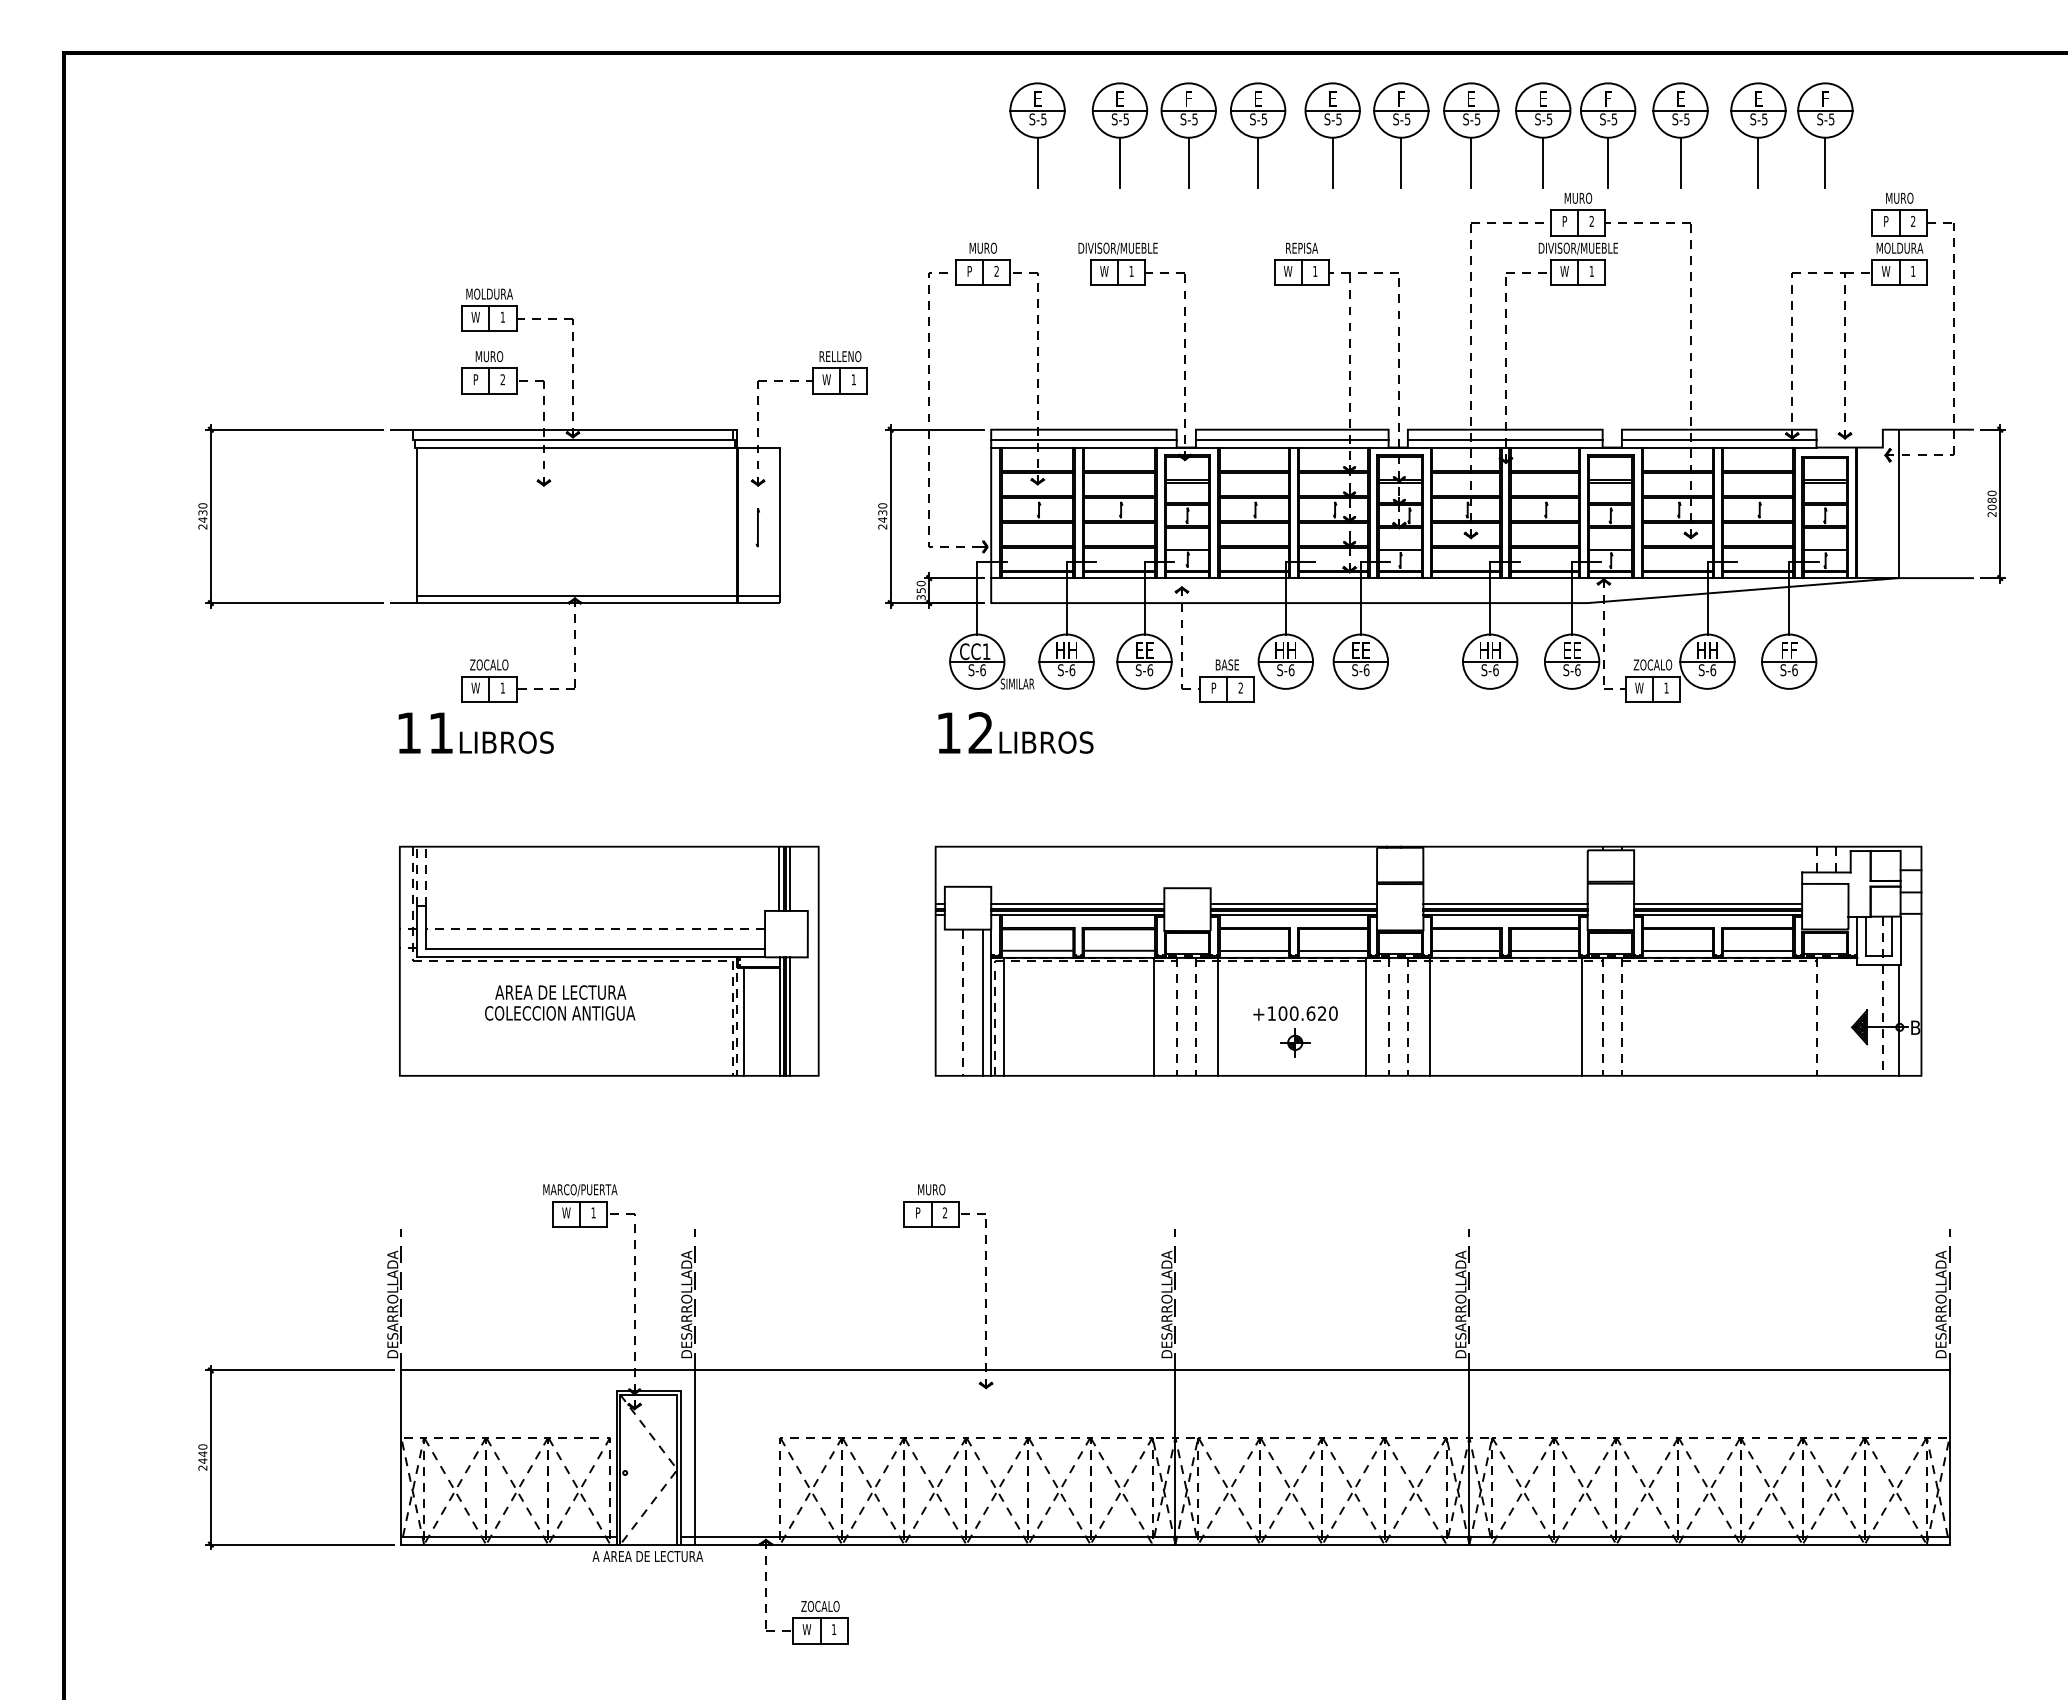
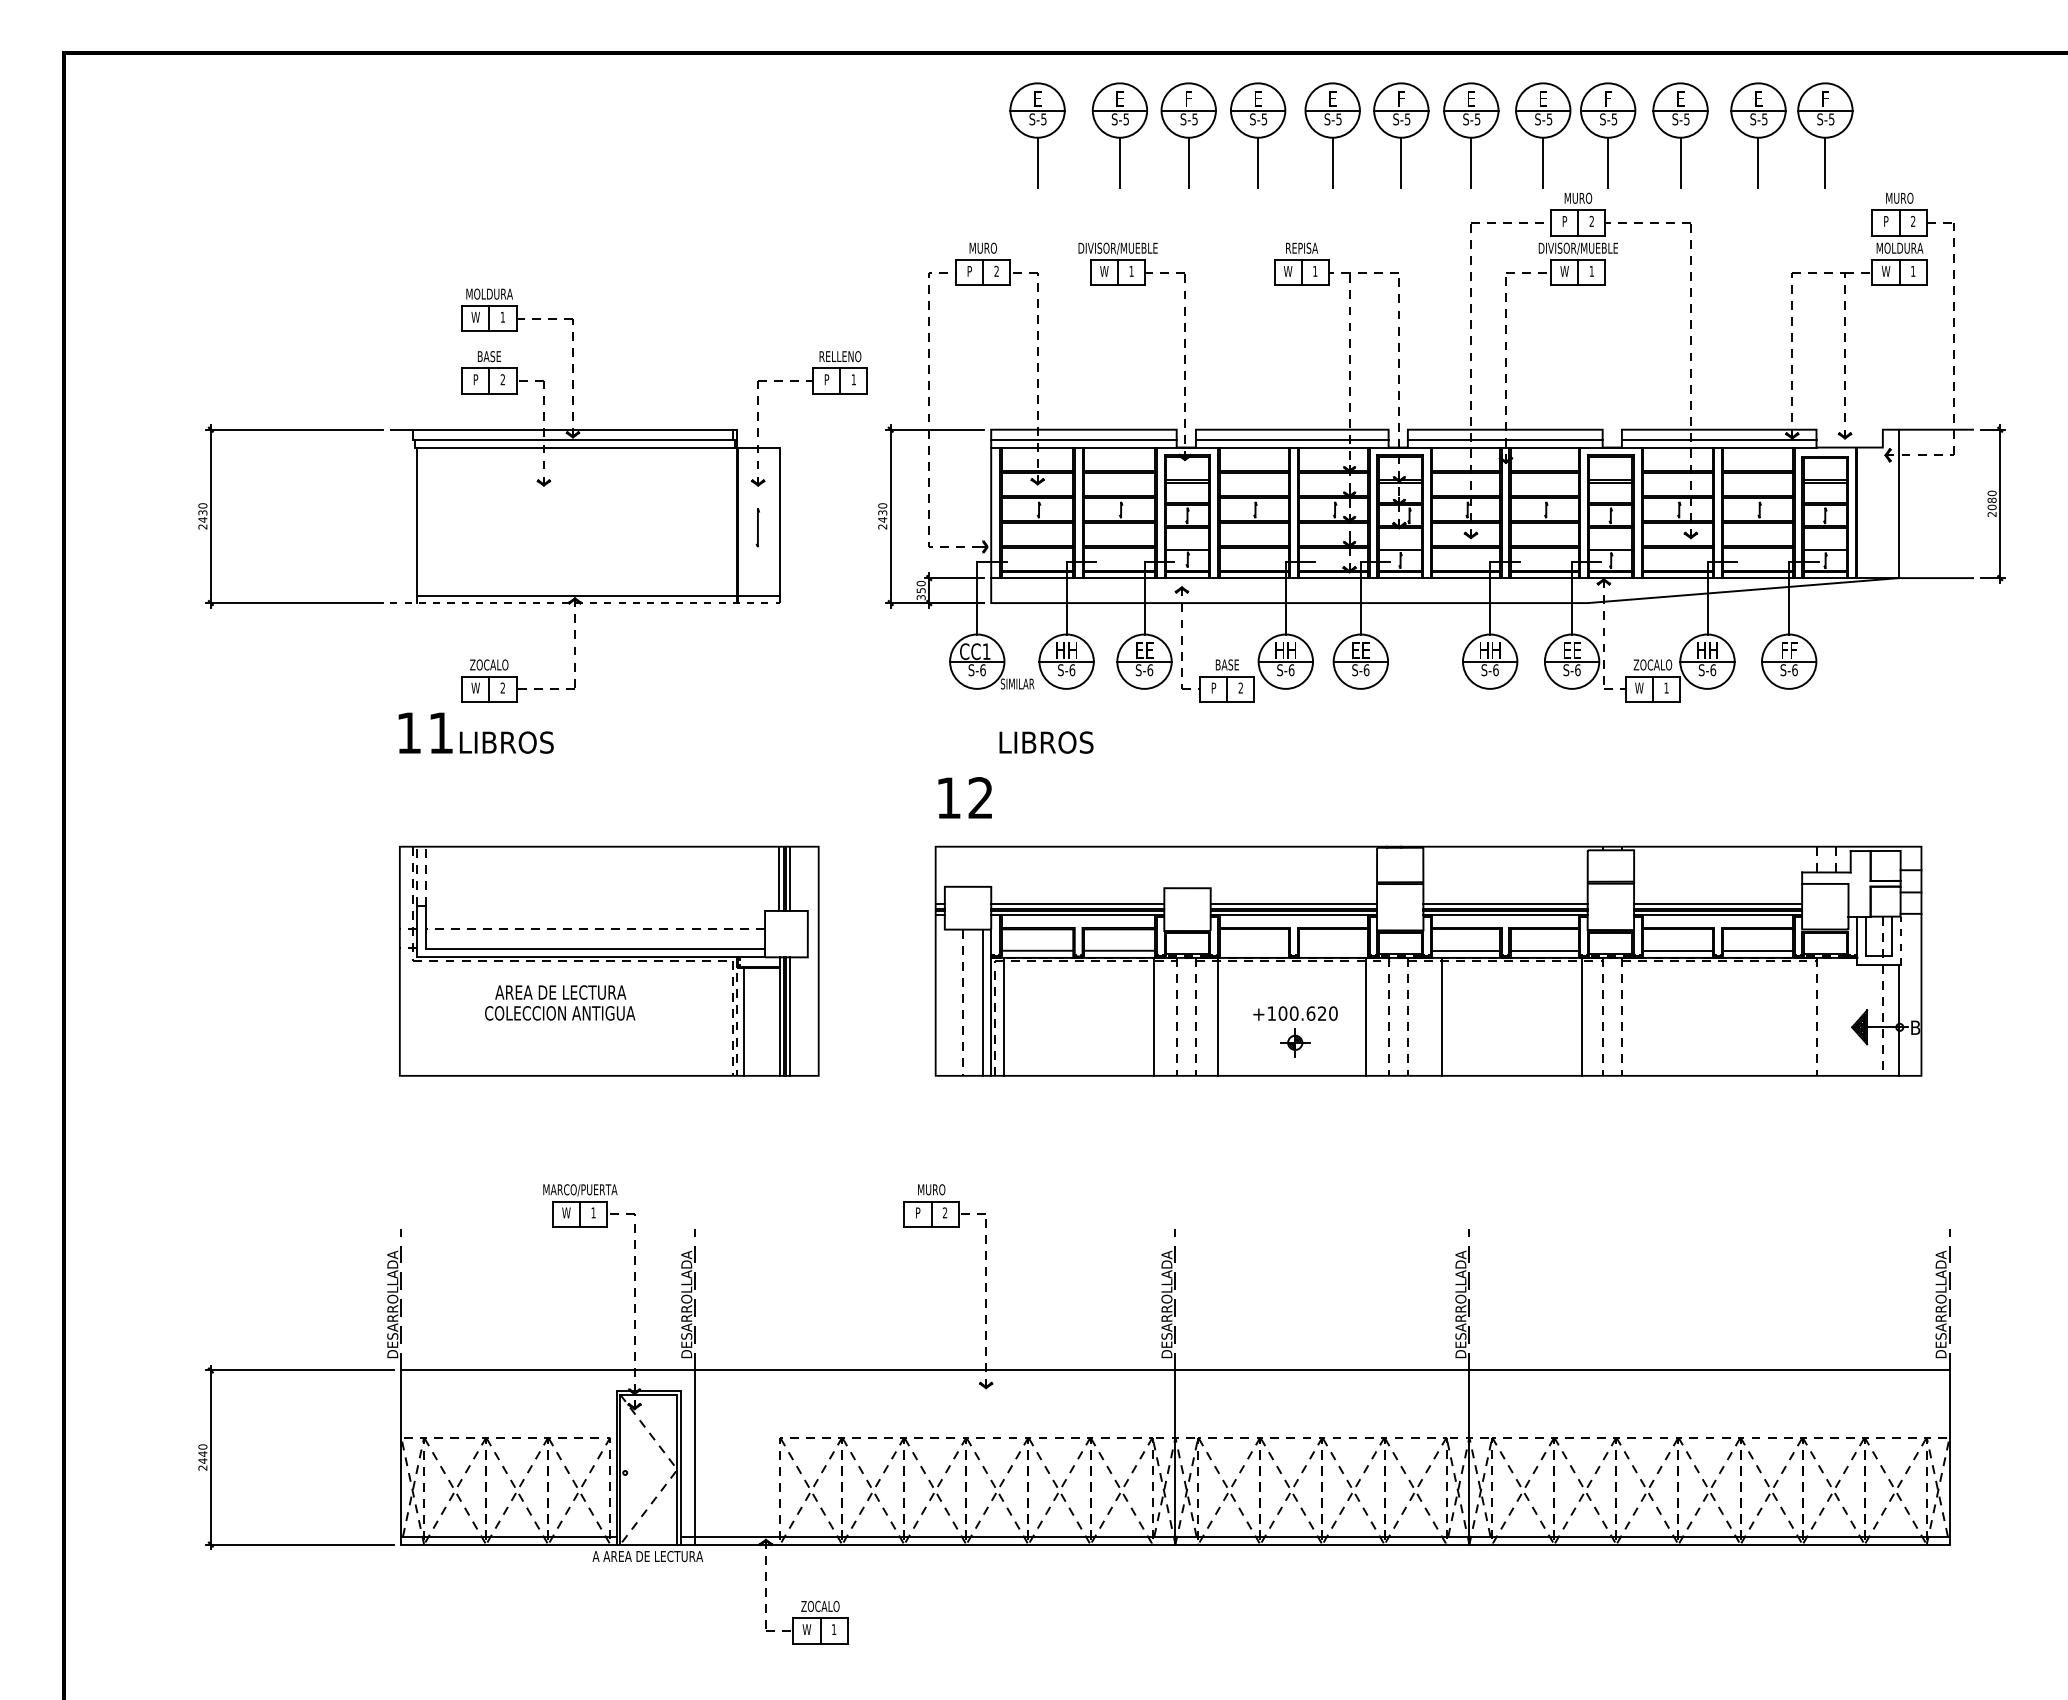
text at (489, 356): MURO -> BASE
text at (826, 379): W -> P
line at (584, 603): solid -> dashed
text at (502, 687): 1 -> 2
text at (964, 732) position: (964, 732) -> (964, 797)
line at (1900, 940): solid -> dashed
line at (1253, 950): present -> none
line at (1333, 950): present -> none
line at (1430, 1016) position: (1430, 1016) -> (1442, 1016)
